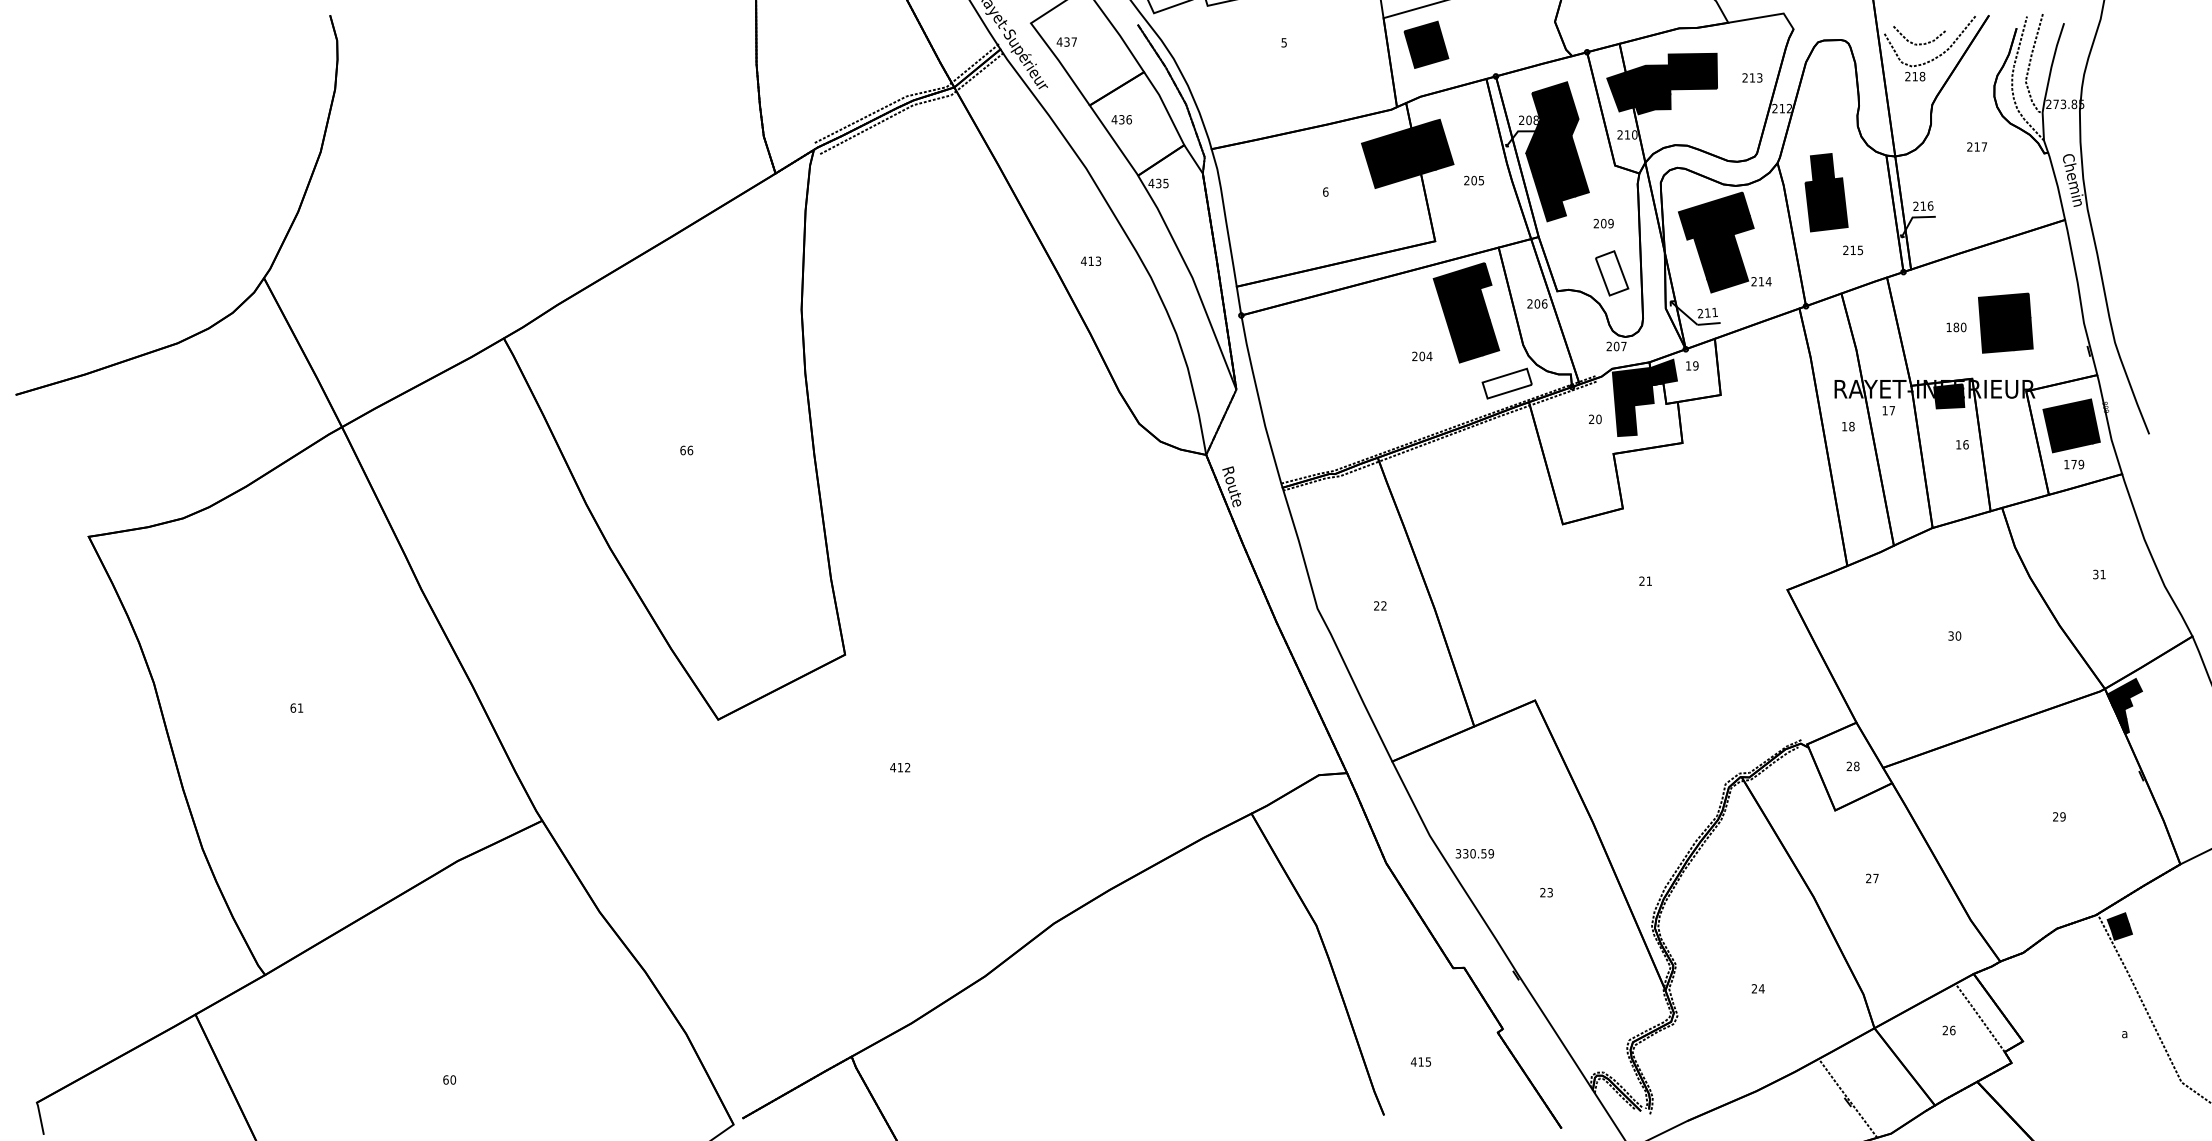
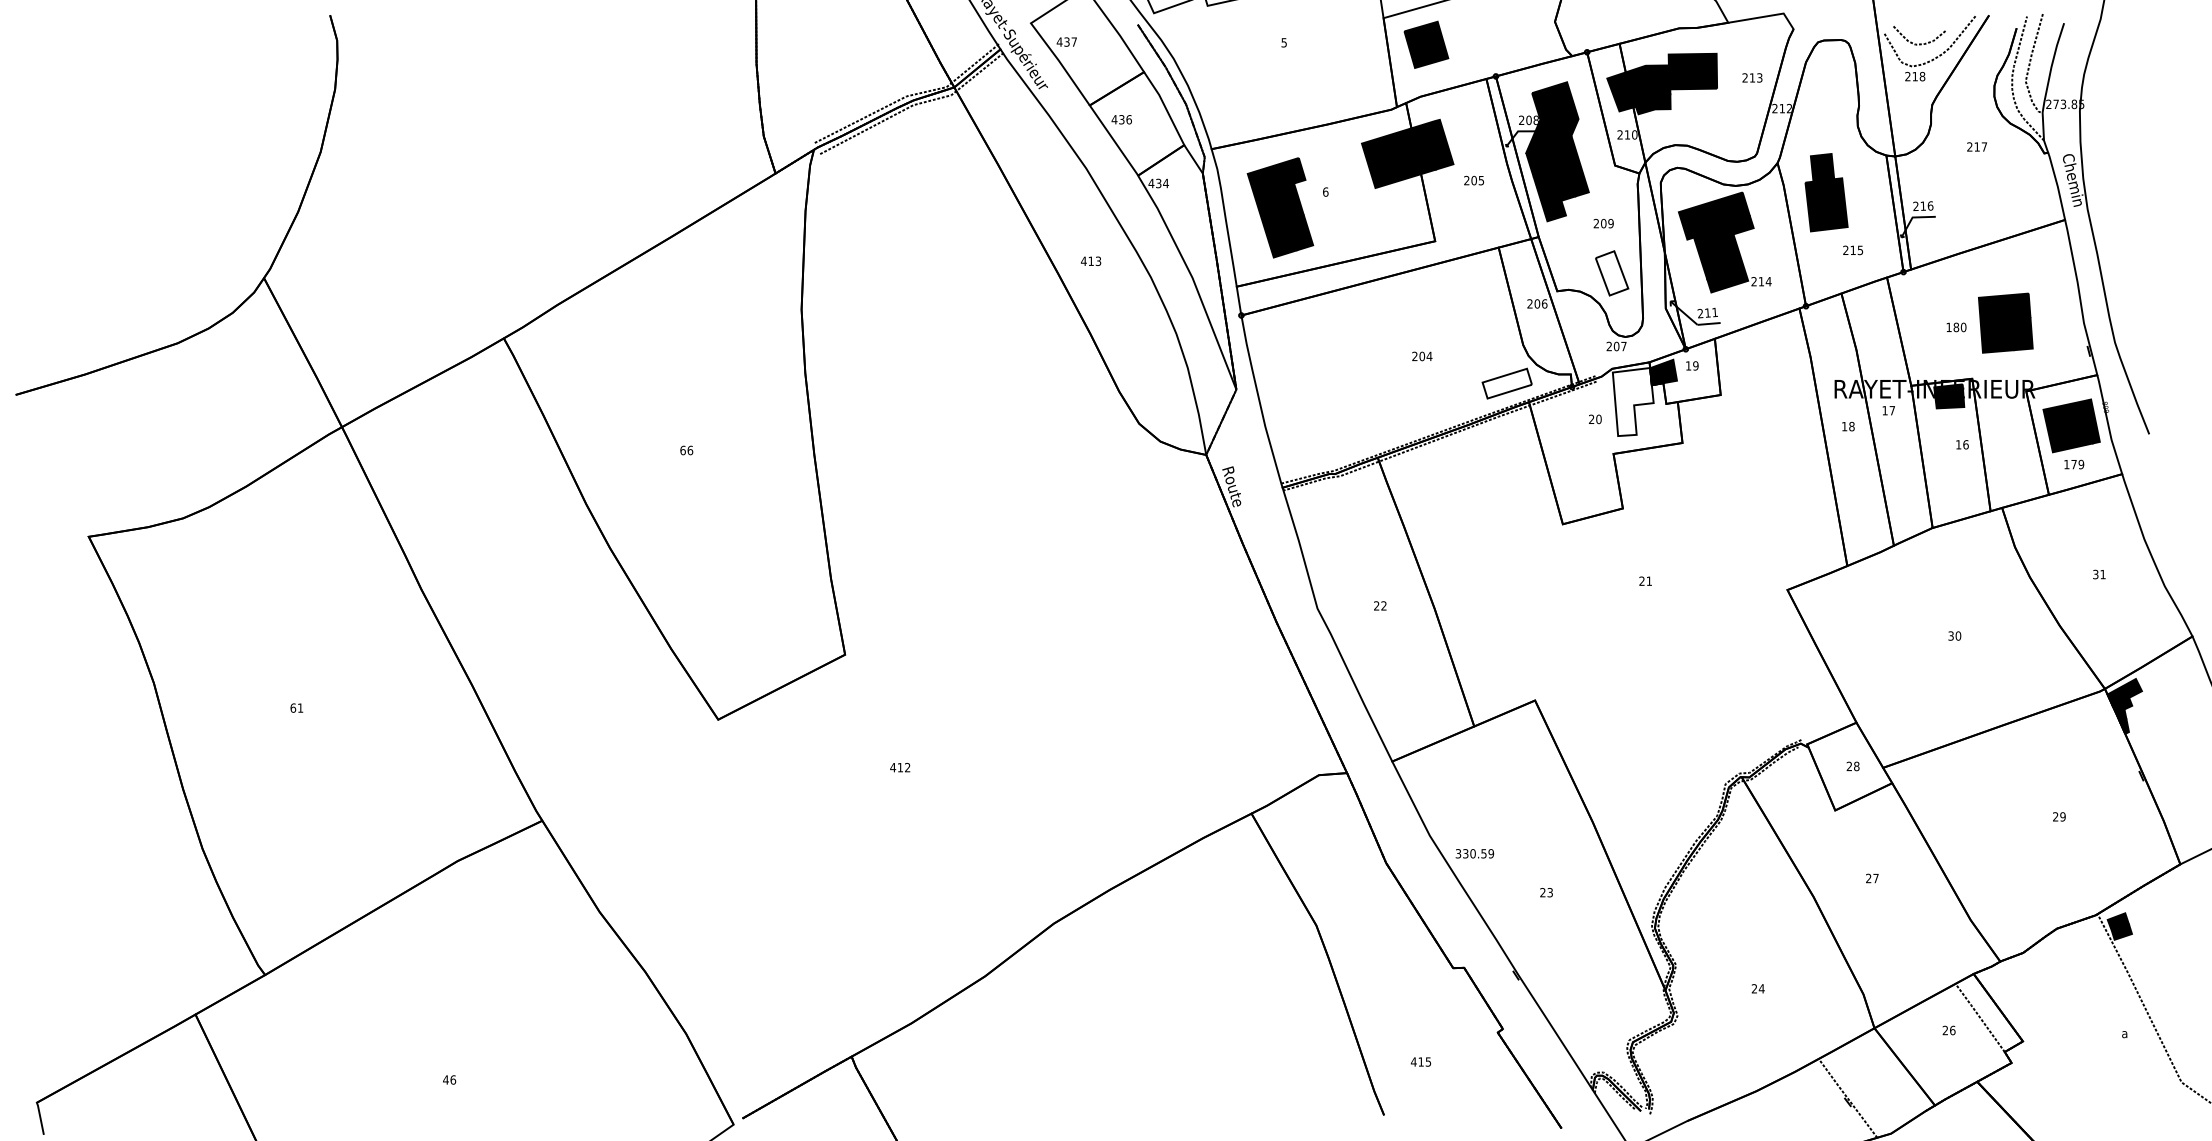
text at (1165, 183): 435 -> 434
part at (1466, 312) position: (1466, 312) -> (1280, 207)
fill at (1632, 402): present -> none
text at (449, 1079): 60 -> 46
